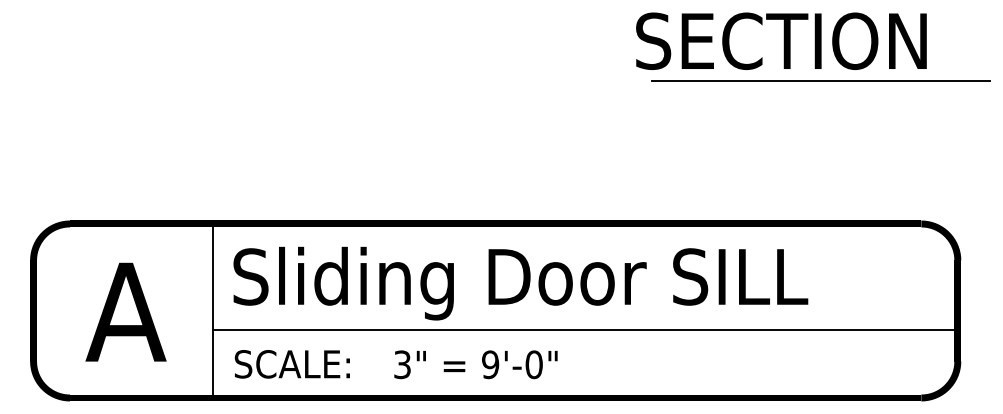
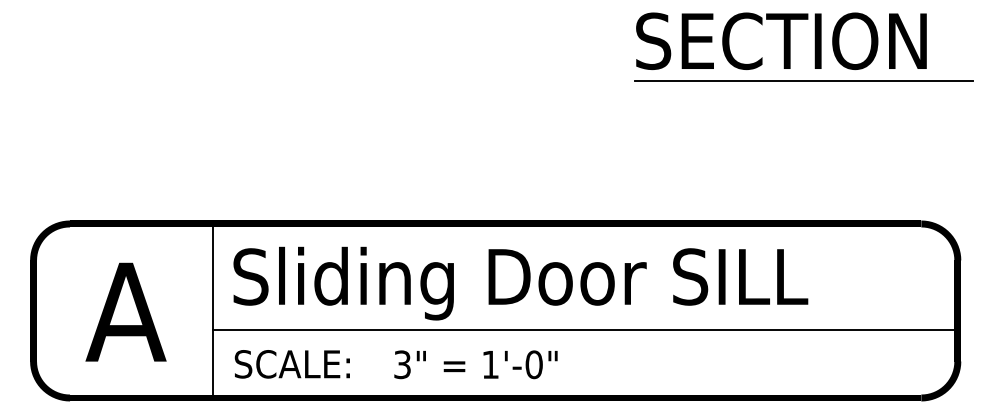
line at (820, 80) position: (820, 80) -> (803, 80)
text at (490, 364): 9'-0" -> 1'-0"
